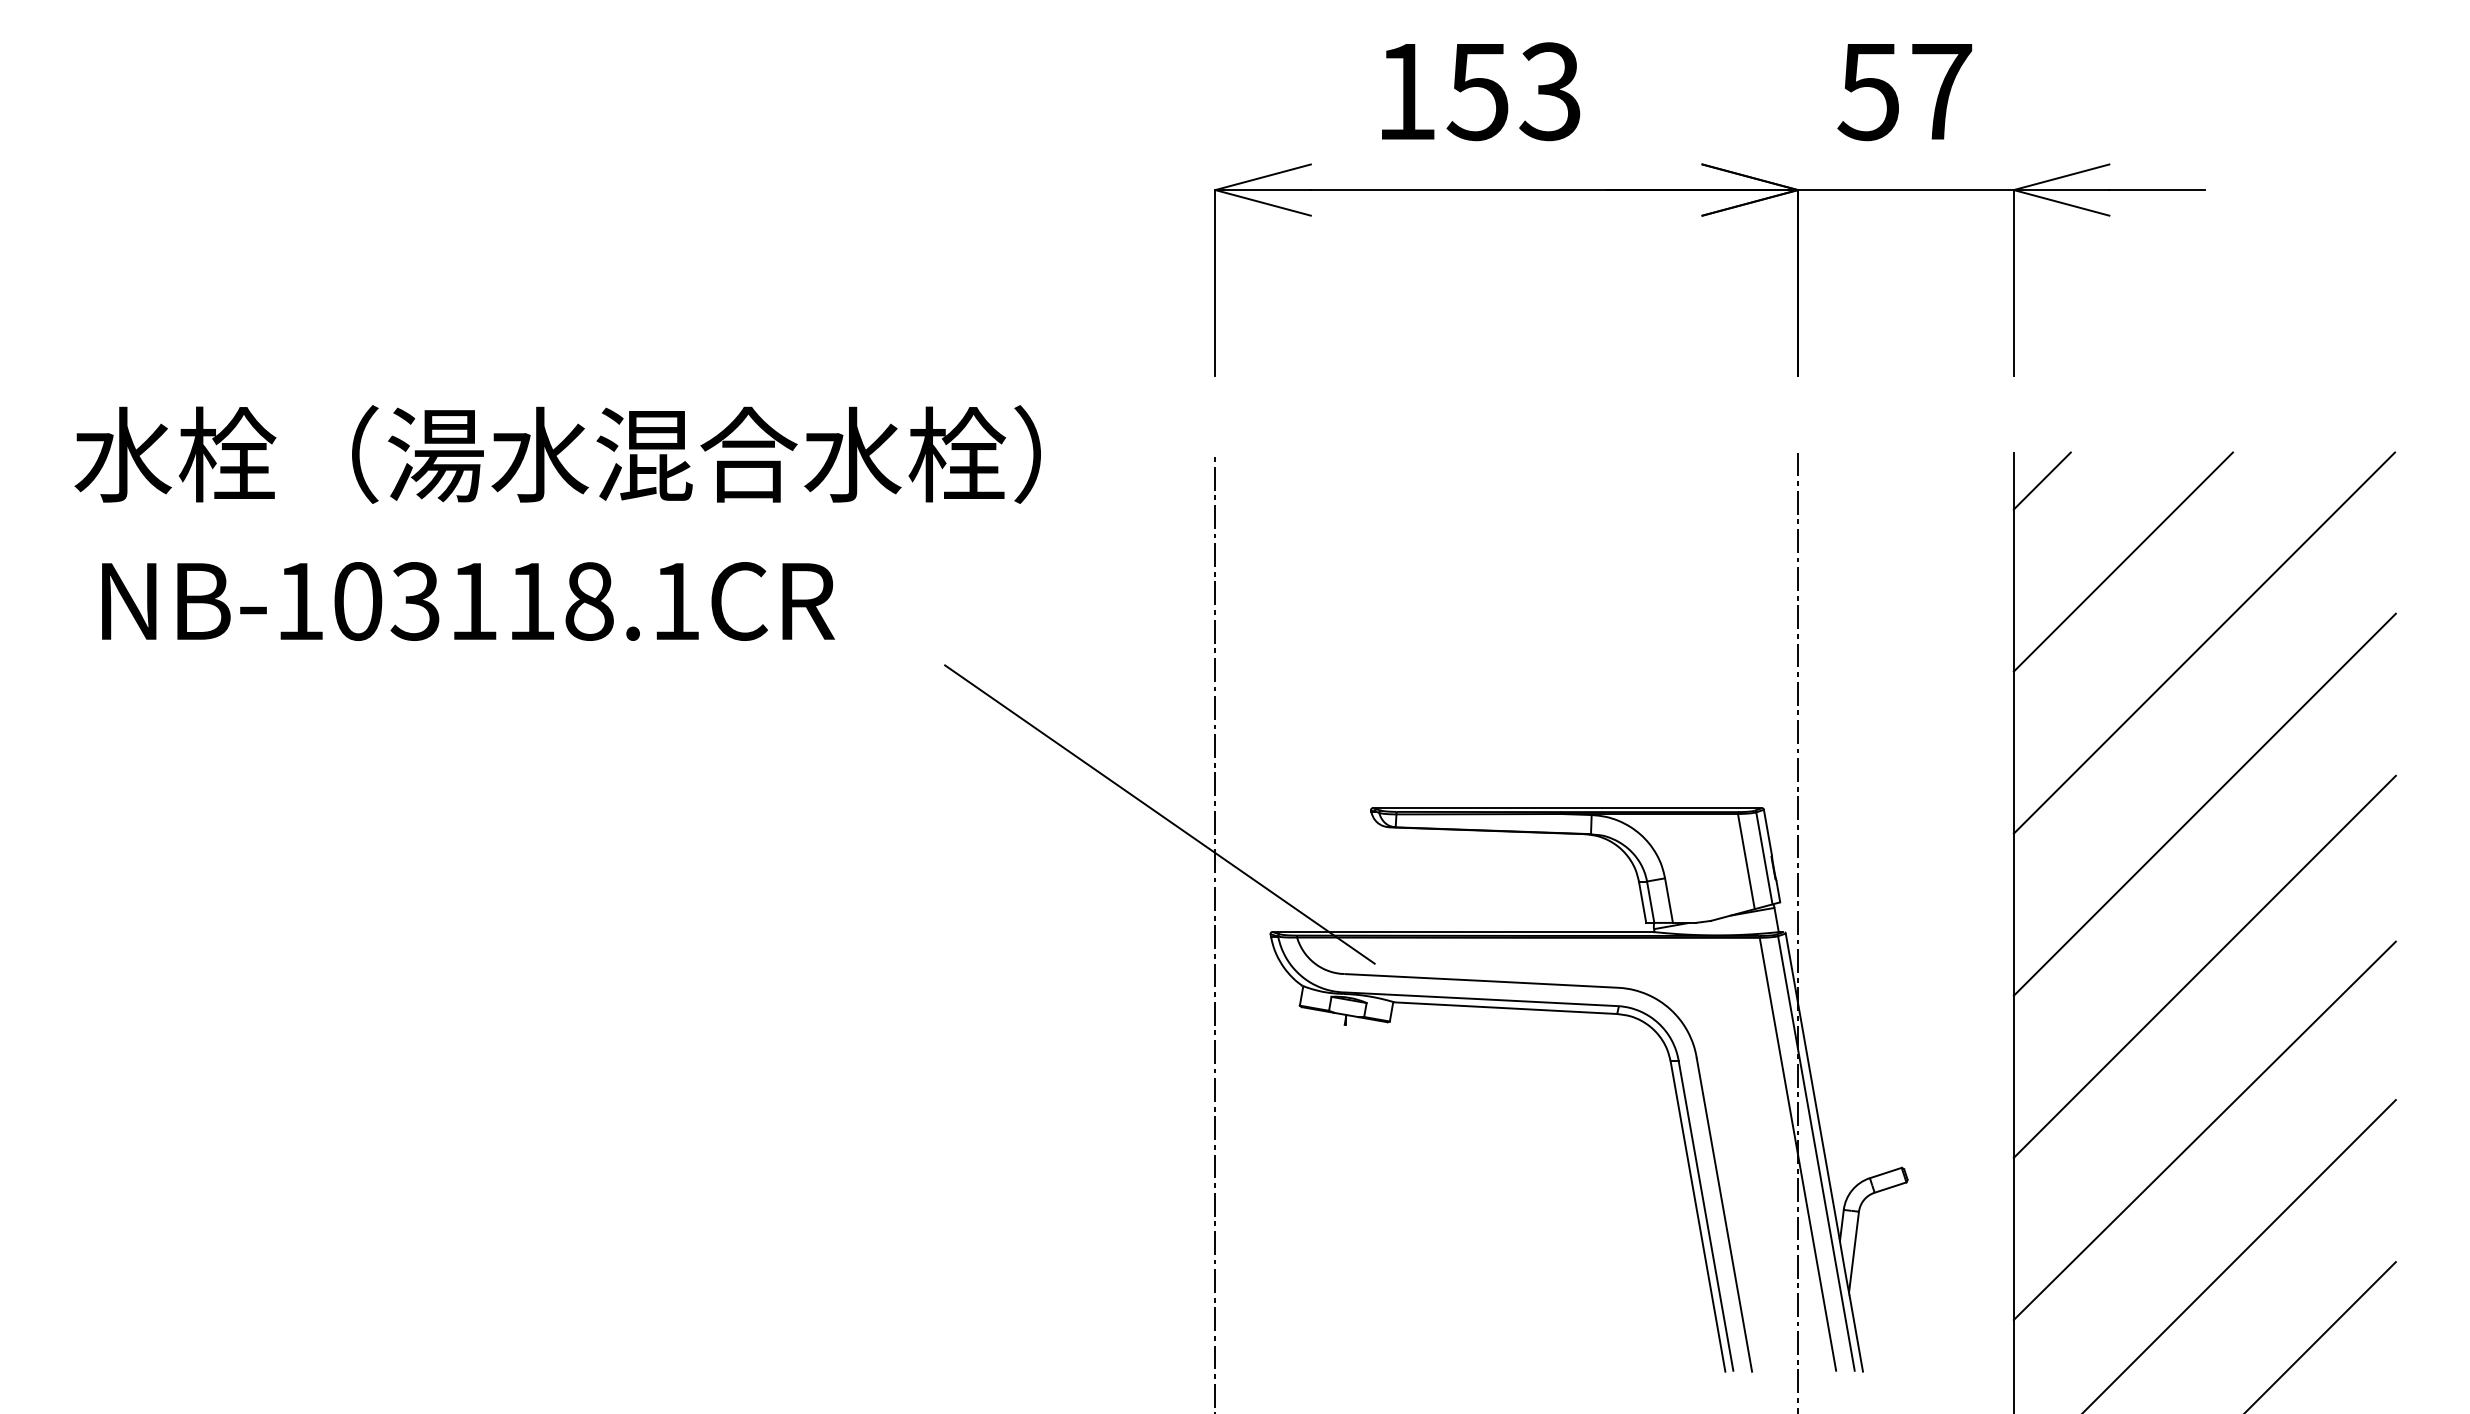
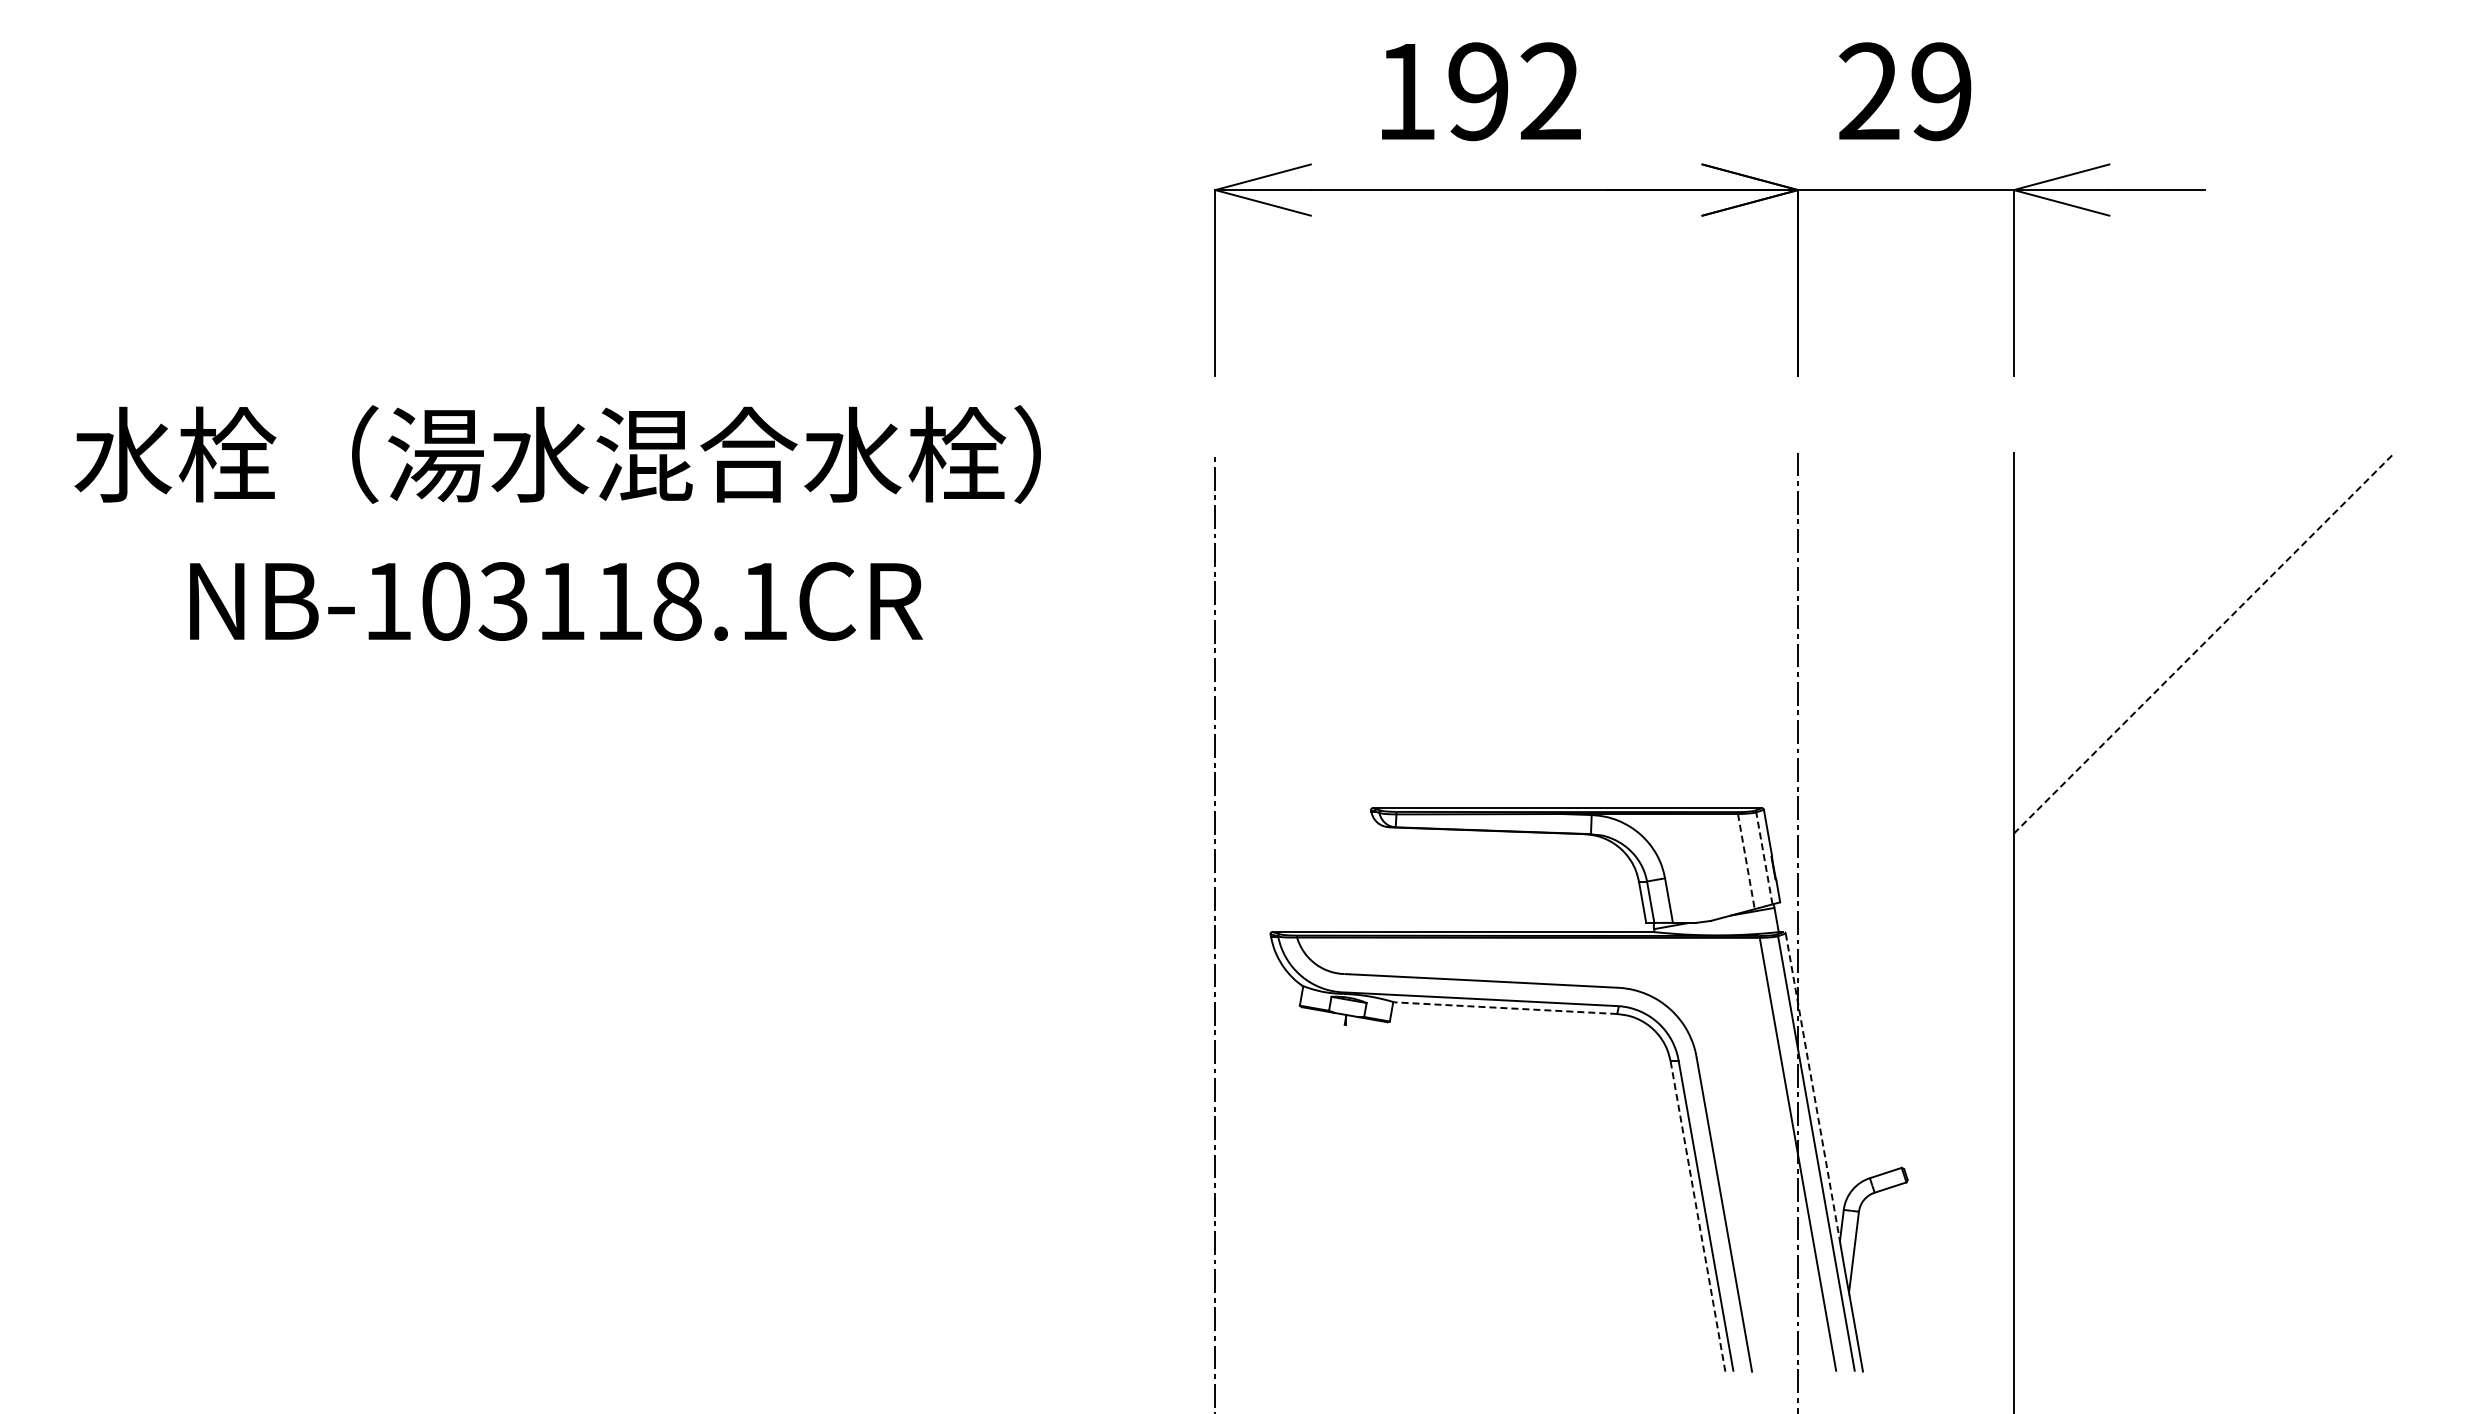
text at (1513, 91): 153 -> 192
text at (1904, 91): 57 -> 29
line at (2041, 480): present -> none
line at (2122, 561): present -> none
text at (468, 601) position: (468, 601) -> (556, 601)
line at (2204, 643): solid -> dashed
line at (2204, 804): present -> none
line at (1159, 814): present -> none
line at (1764, 858): solid -> dashed
line at (1746, 862): solid -> dashed
line at (2204, 966): present -> none
line at (1505, 1008): solid -> dashed
line at (1812, 1086): solid -> dashed
line at (2204, 1130): present -> none
line at (1698, 1216): solid -> dashed
line at (2240, 1255): present -> none
line at (2321, 1336): present -> none
